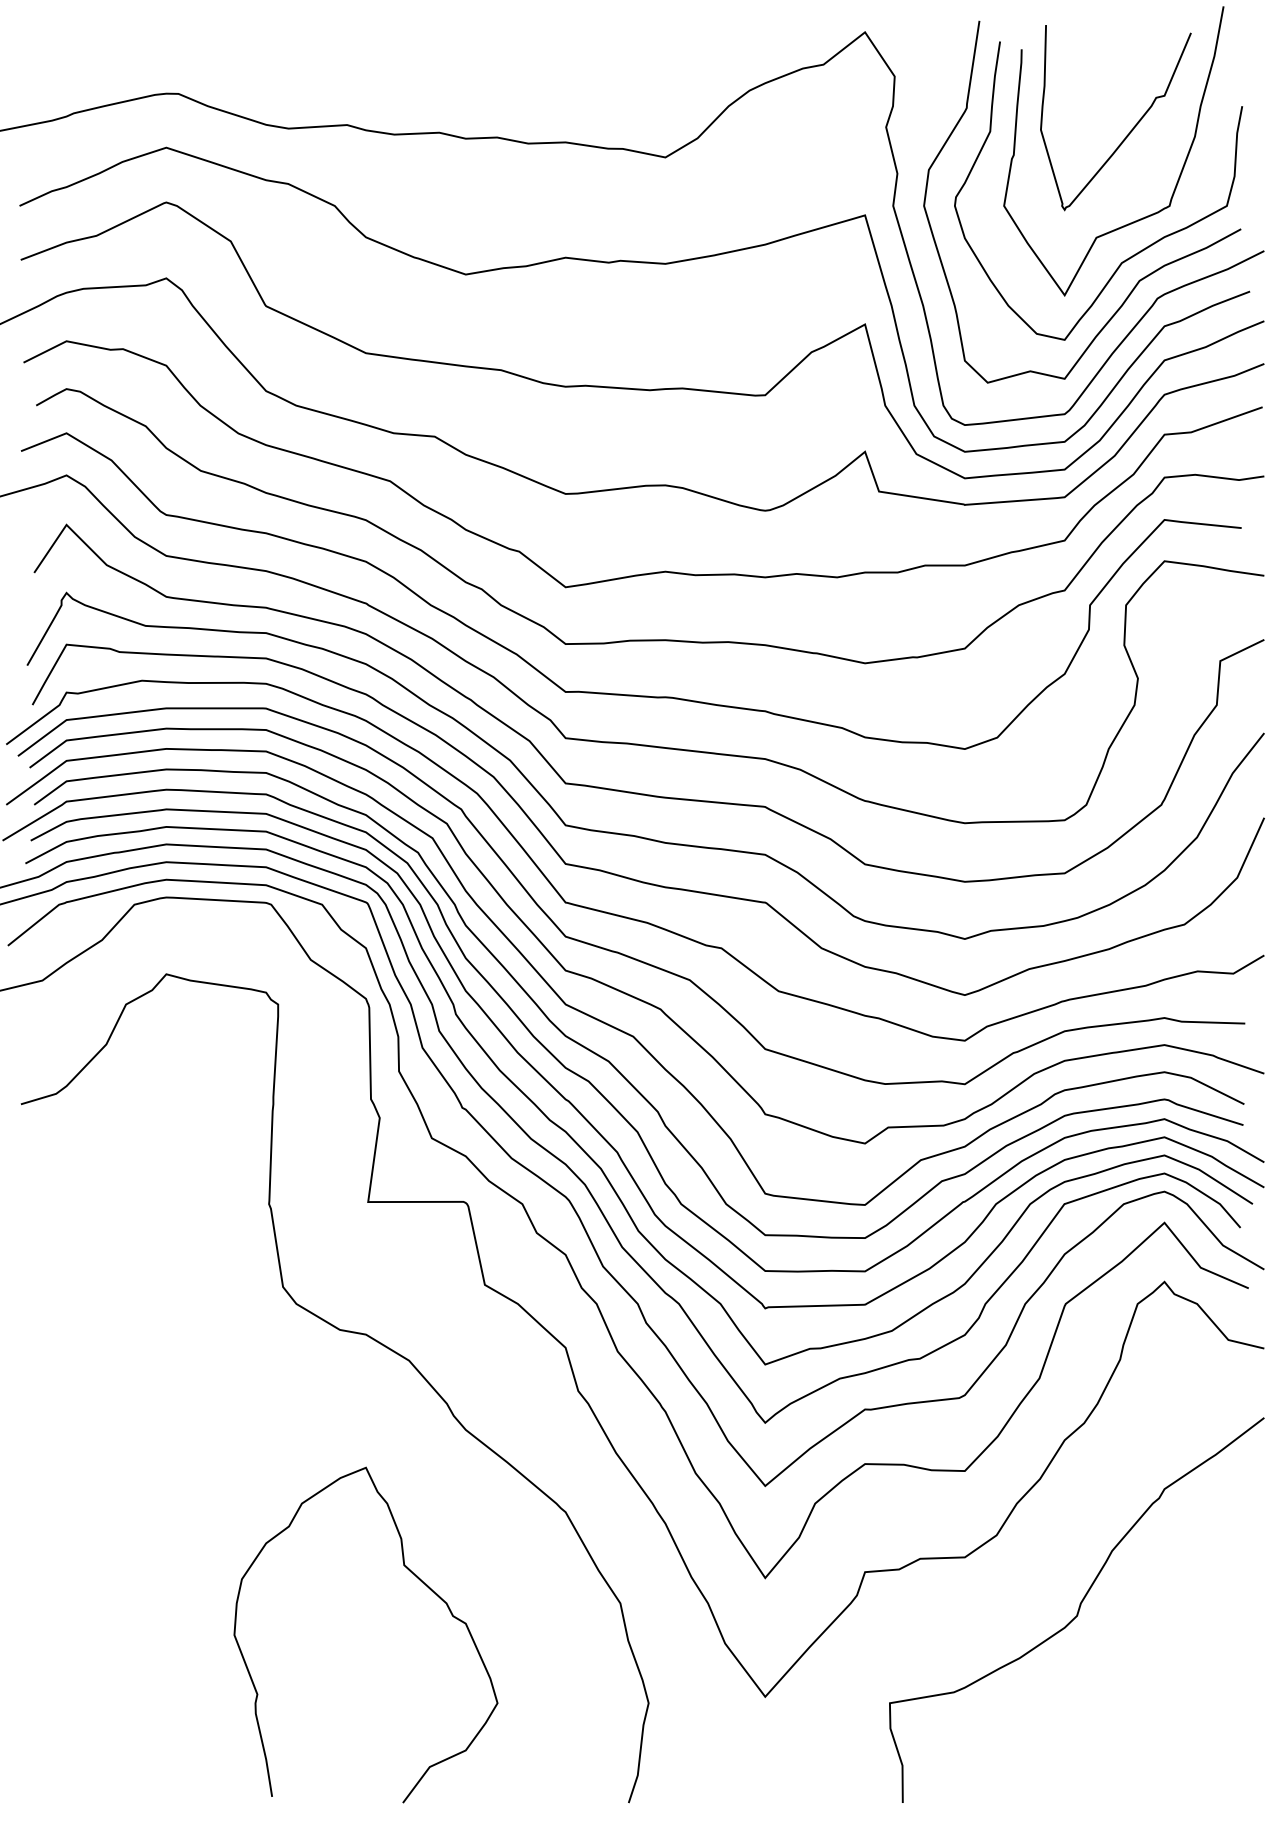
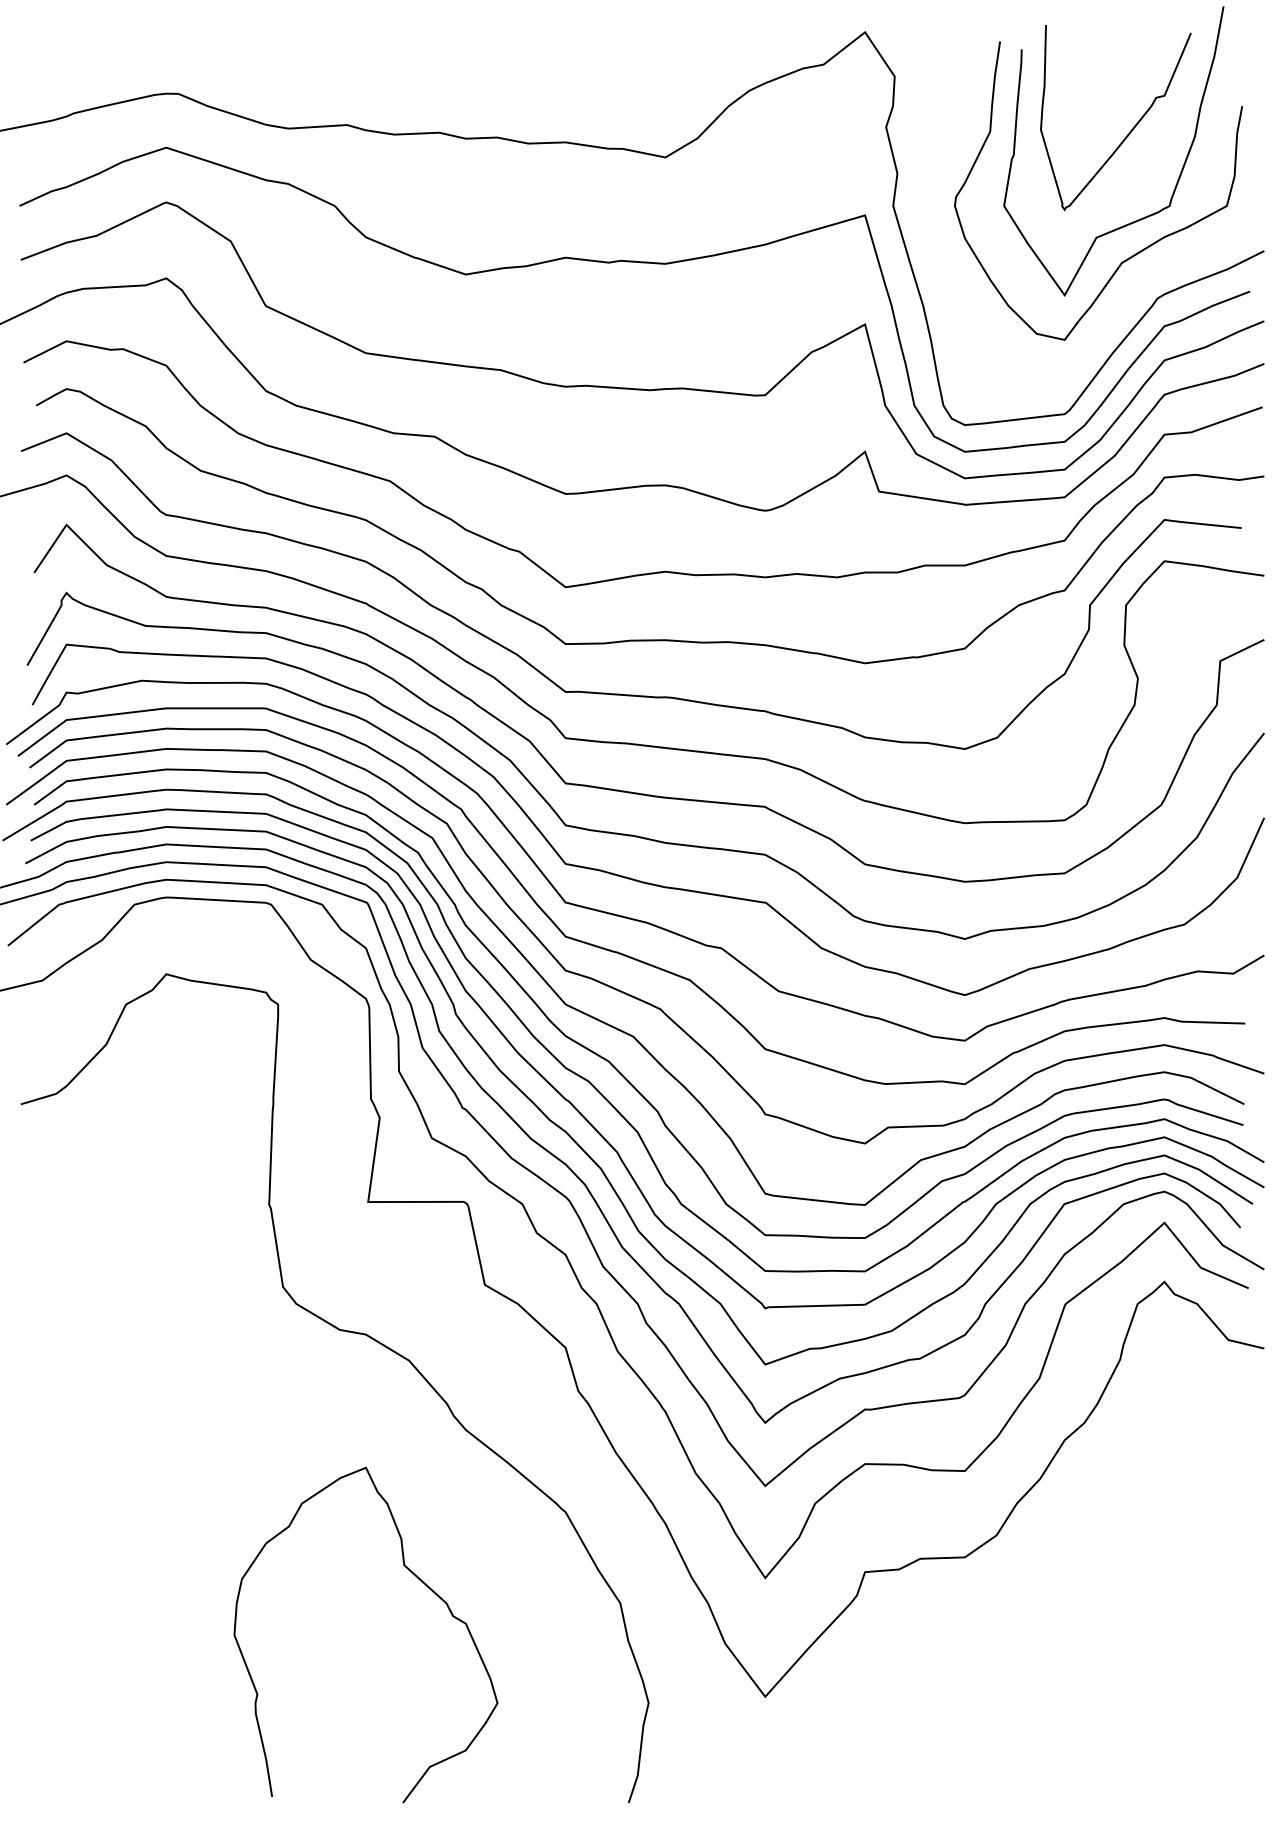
curve at (1139, 279): present -> none
curve at (1077, 1610): present -> none
